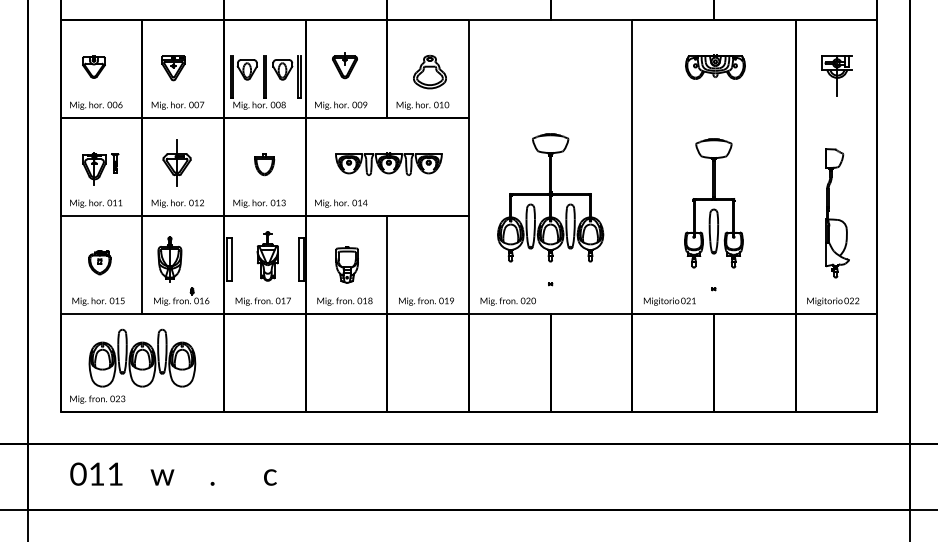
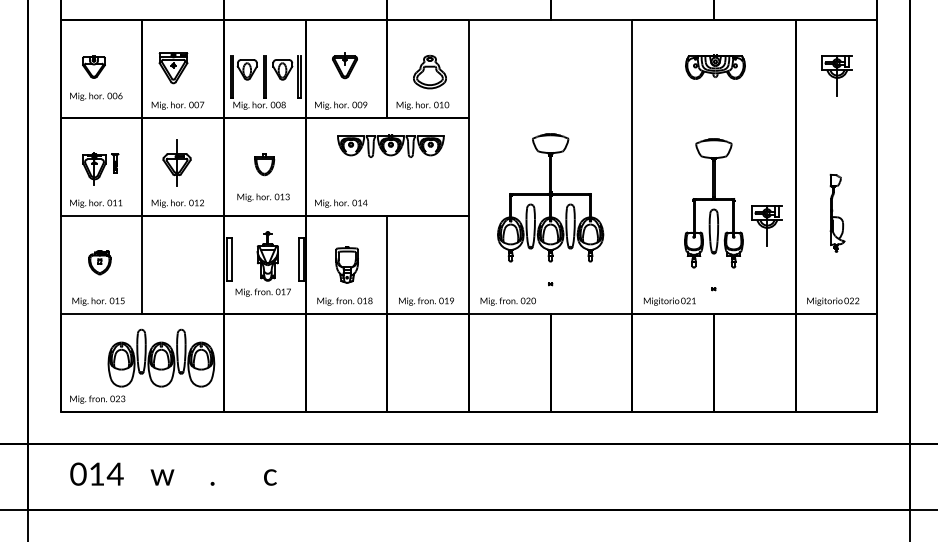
part at (173, 68) size: 25x27 px -> 31x33 px
text at (96, 105) position: (96, 105) -> (96, 96)
part at (388, 163) position: (388, 163) -> (390, 145)
text at (259, 203) position: (259, 203) -> (263, 197)
part at (837, 213) size: 25x131 px -> 17x79 px
part at (766, 225): none -> present
part at (181, 270): present -> none
text at (262, 301) position: (262, 301) -> (262, 292)
part at (142, 357) position: (142, 357) -> (161, 357)
text at (114, 473): 011 -> 014
